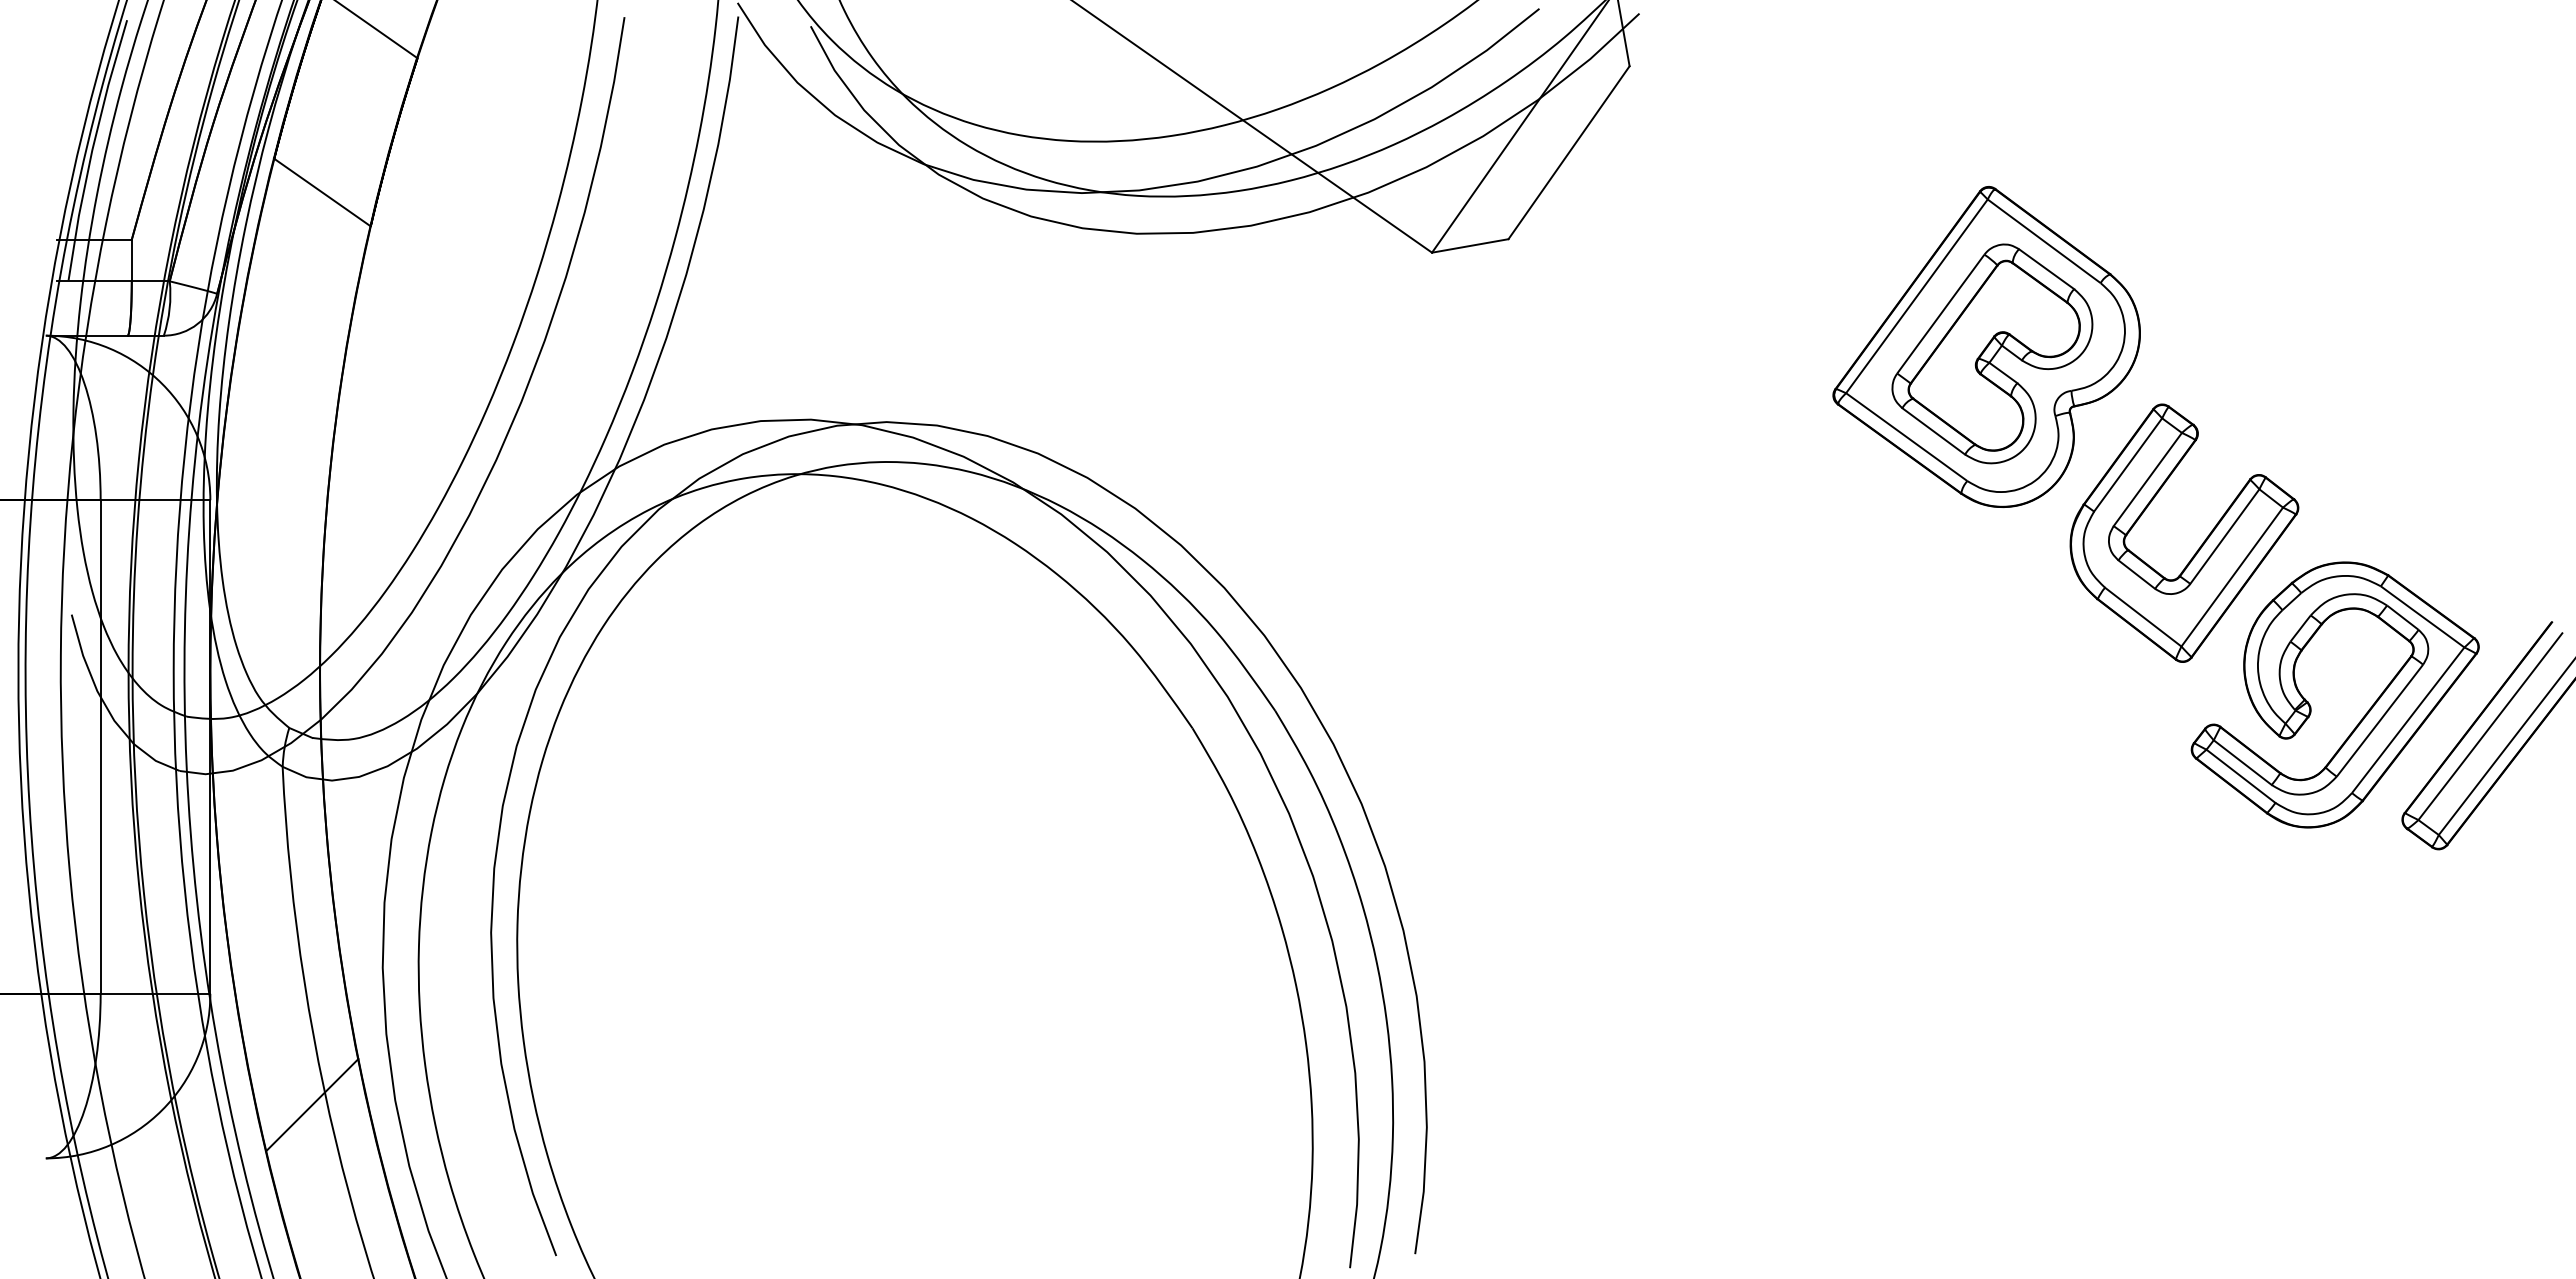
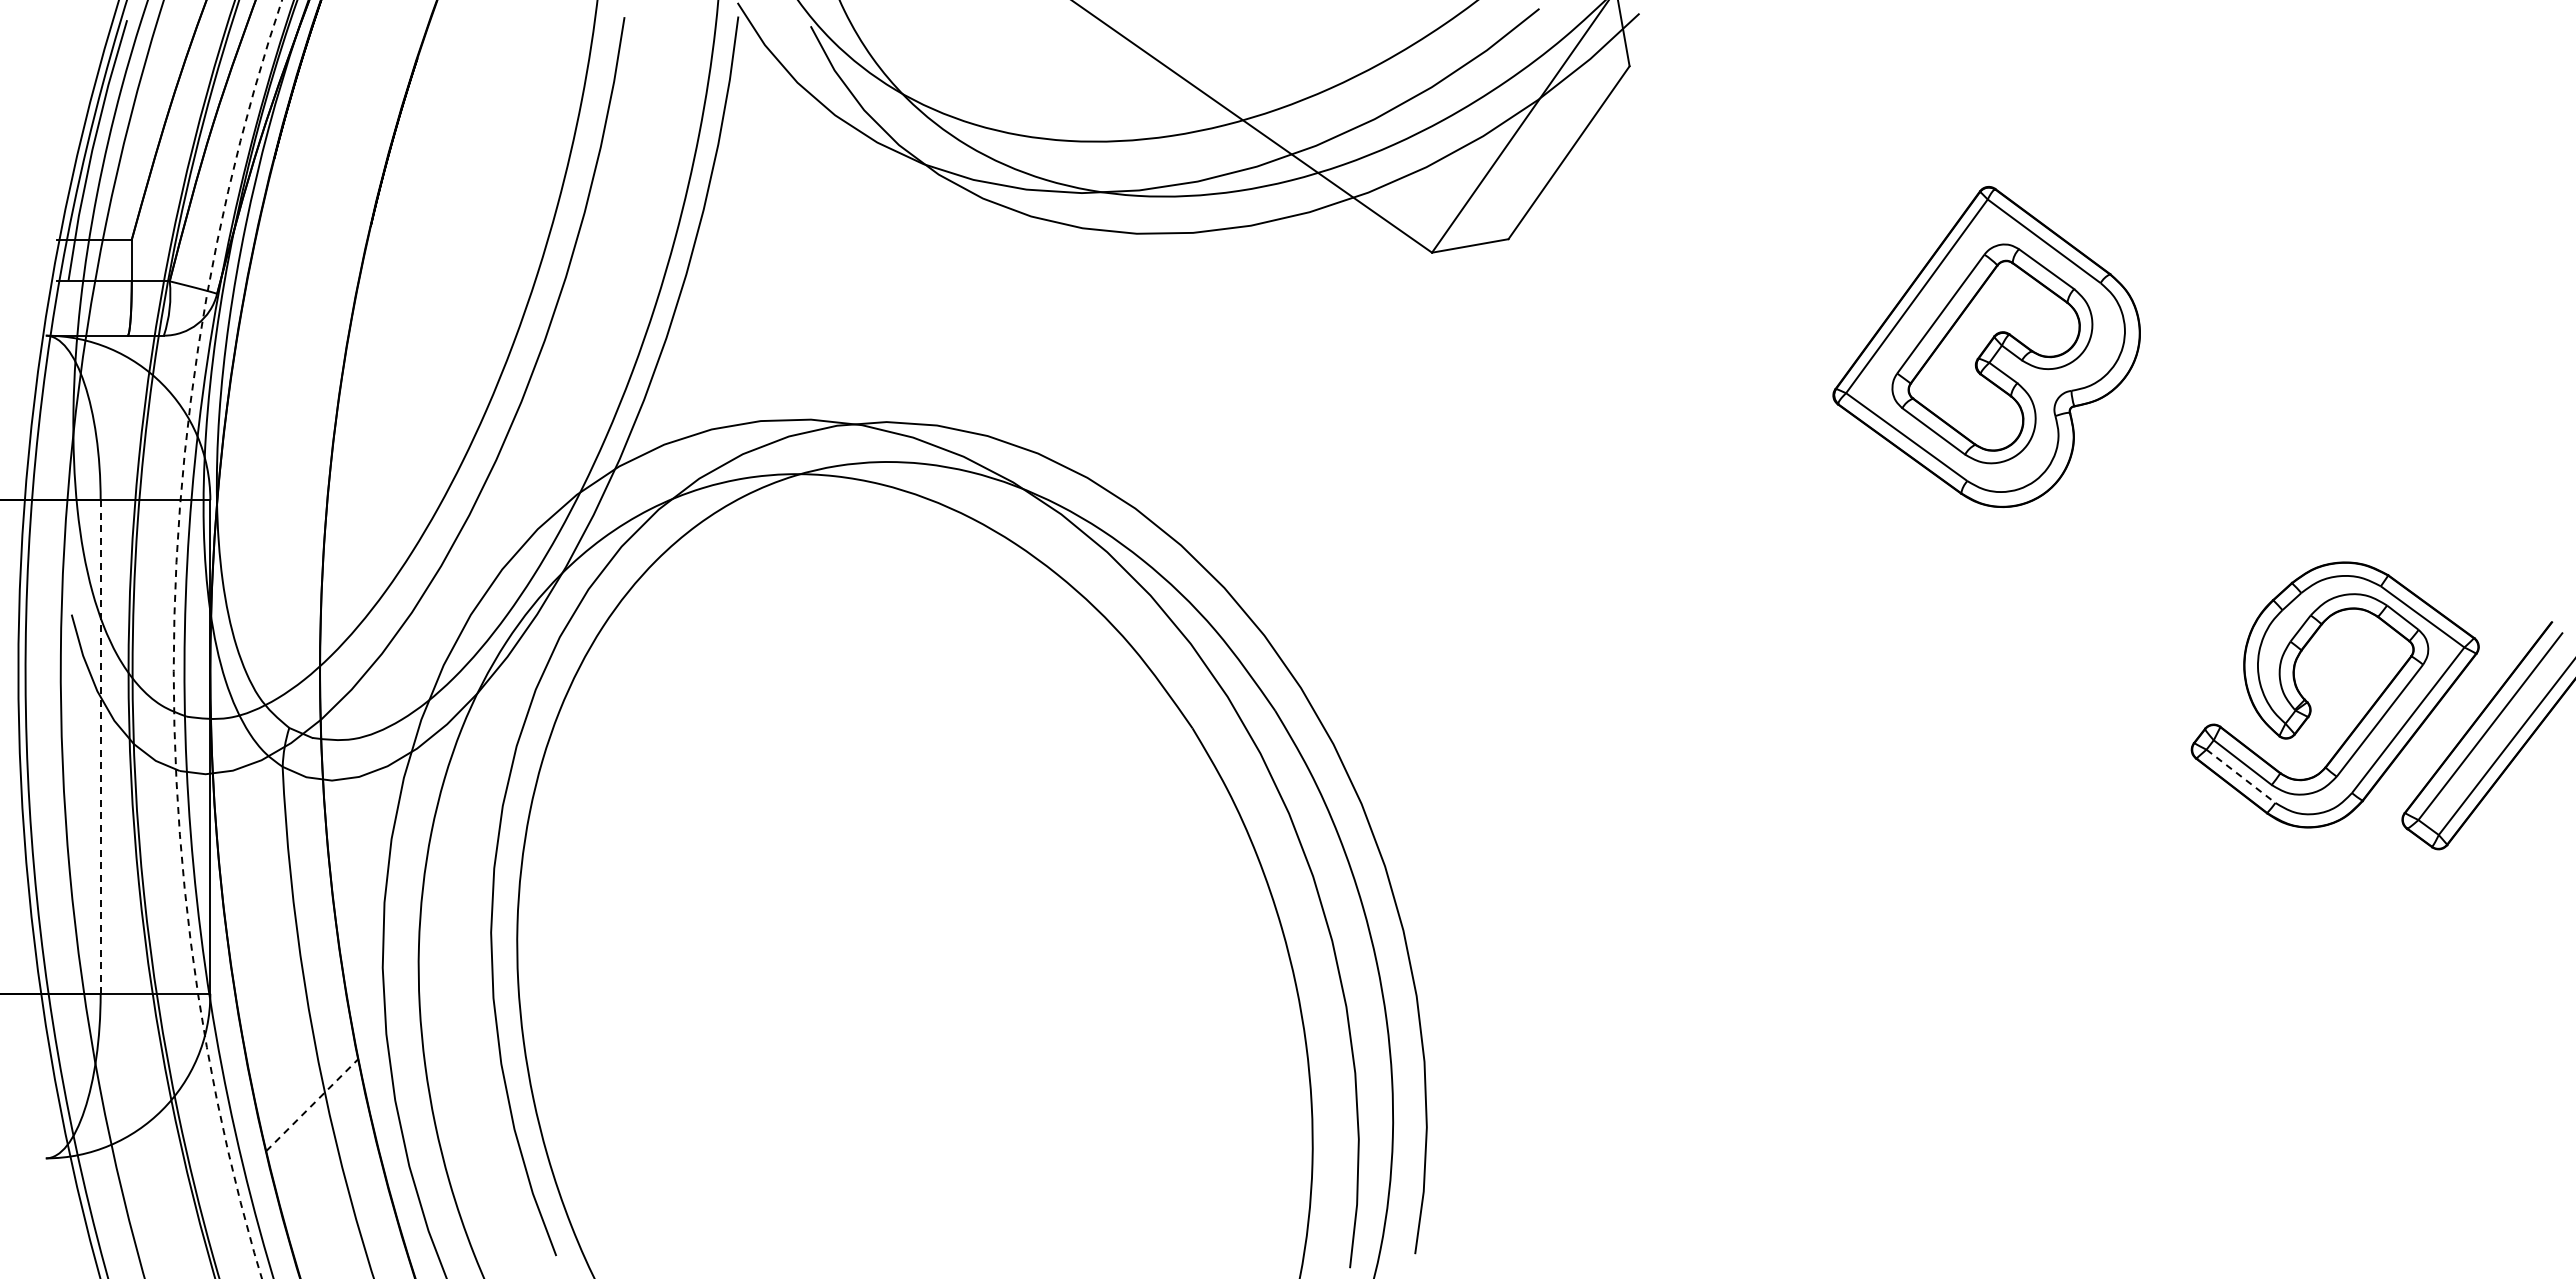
line at (377, 30): present -> none
line at (322, 192): present -> none
part at (2200, 545): present -> none
circle at (227, 639): solid -> dashed
line at (100, 747): solid -> dashed
line at (2241, 776): solid -> dashed
line at (312, 1104): solid -> dashed
